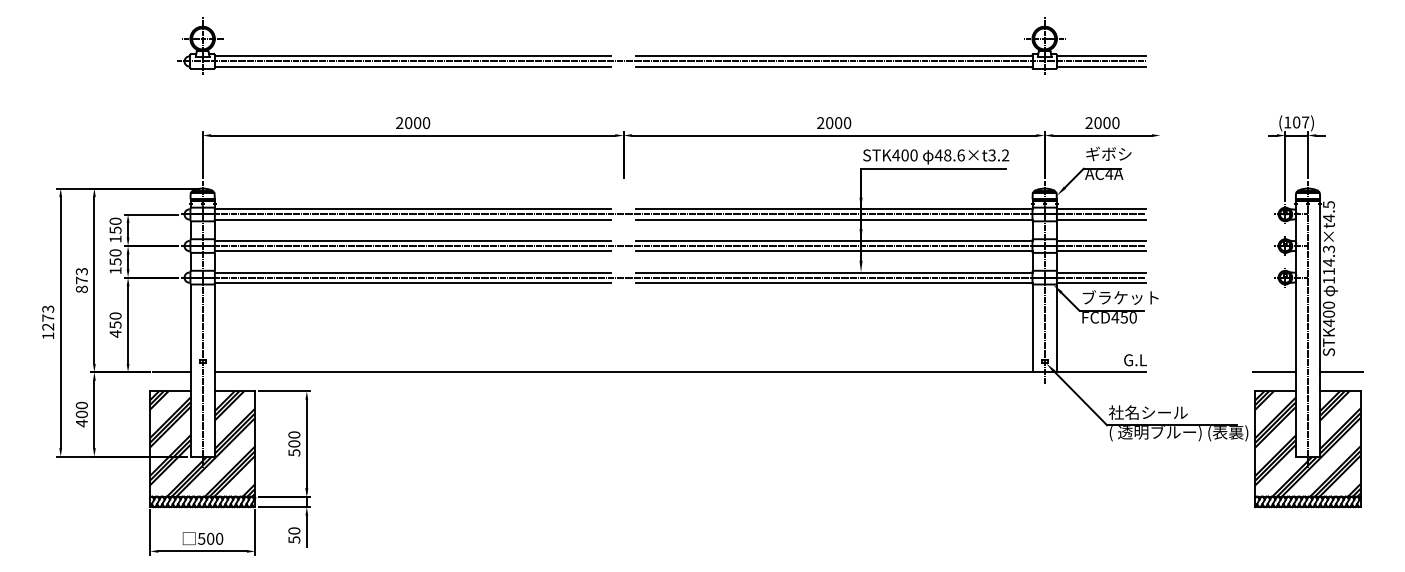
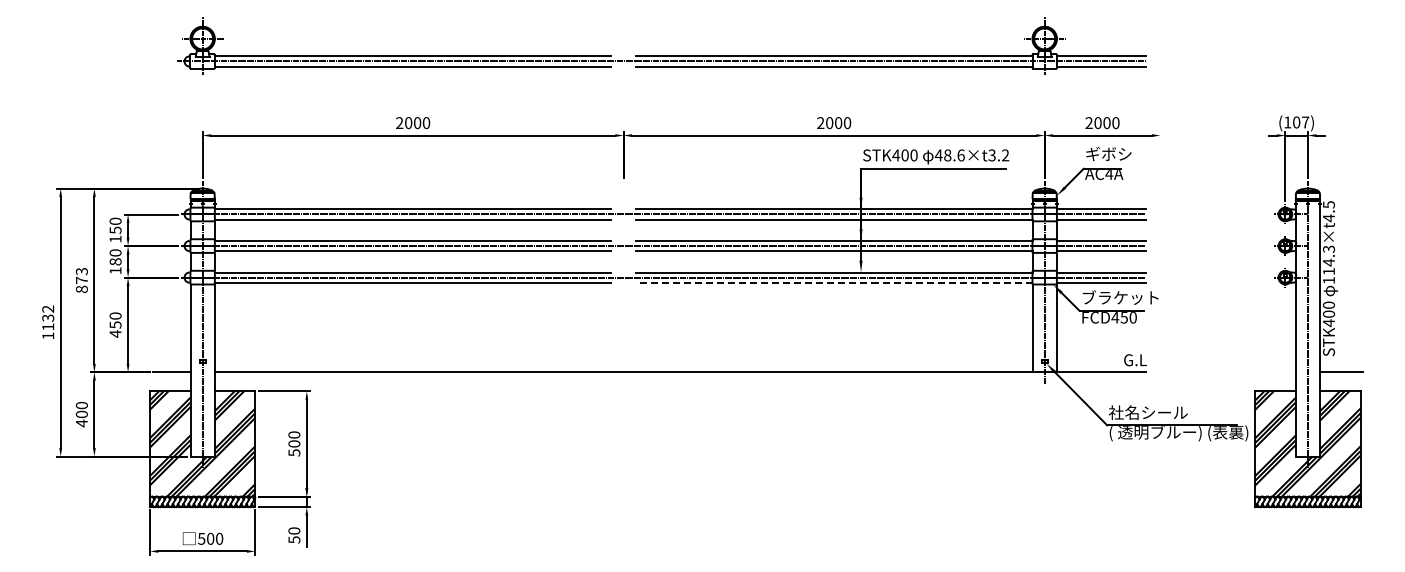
text at (115, 261): 150 -> 180
line at (833, 282): solid -> dashed
text at (48, 317): 1273 -> 1132
line at (1274, 372): present -> none
